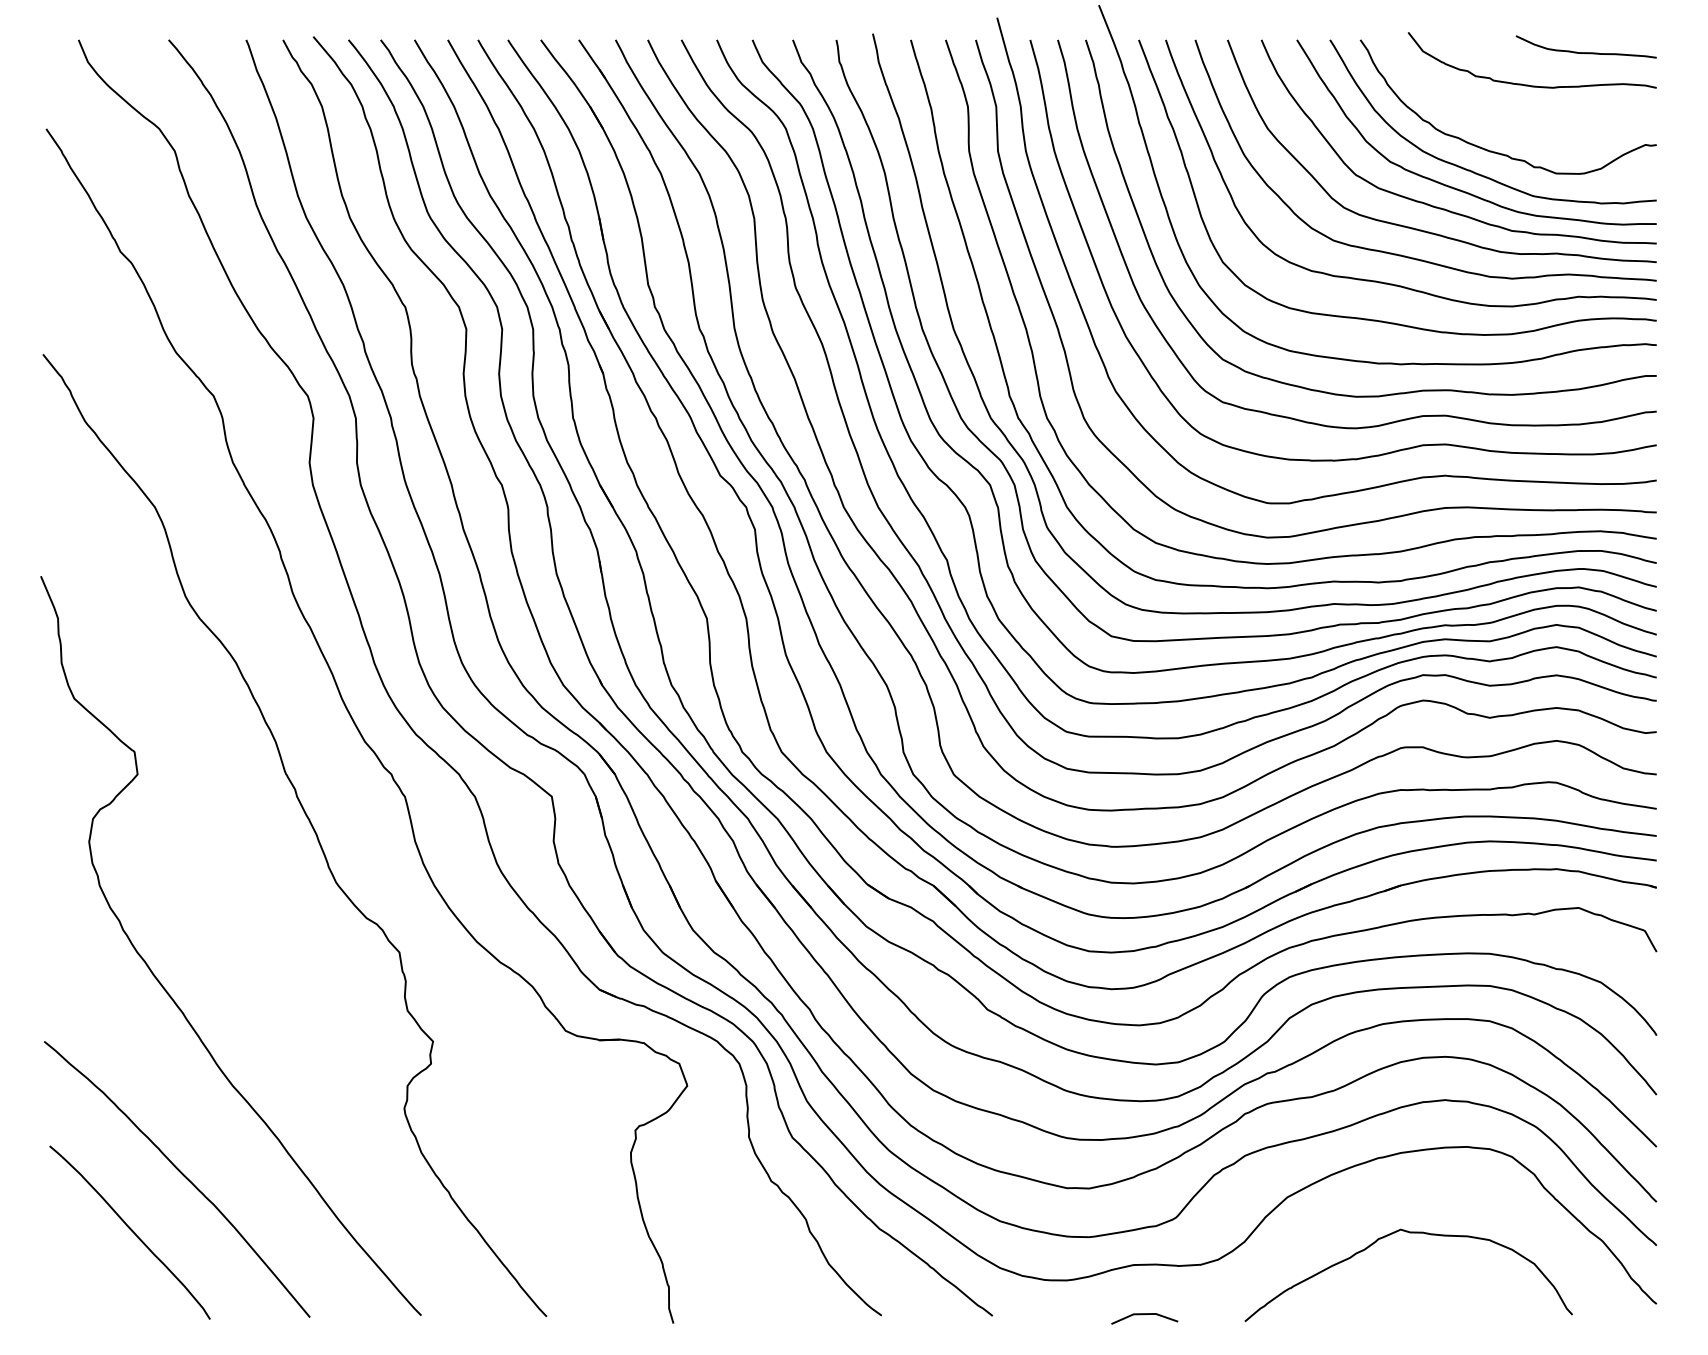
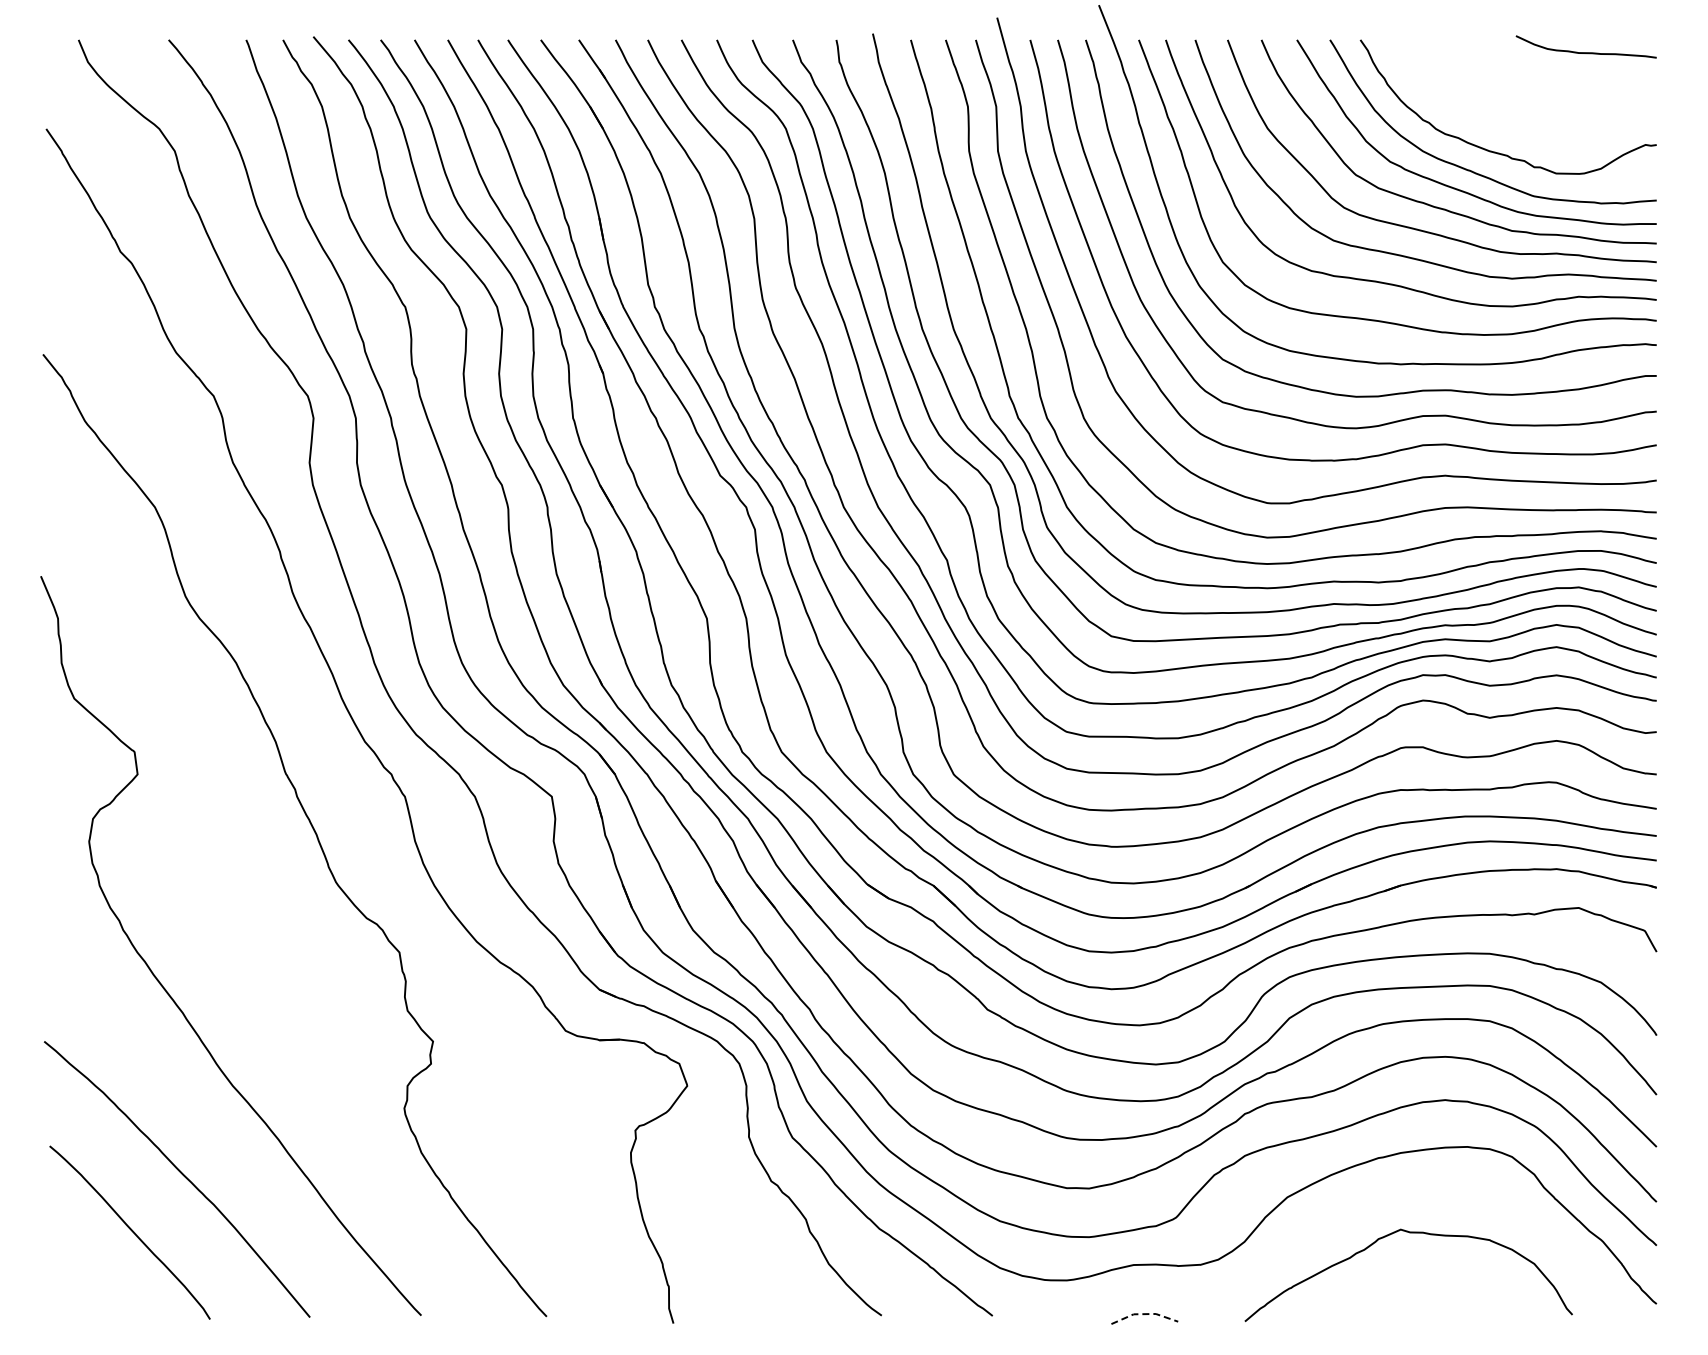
curve at (1528, 84): present -> none
line at (1144, 1314): solid -> dashed
